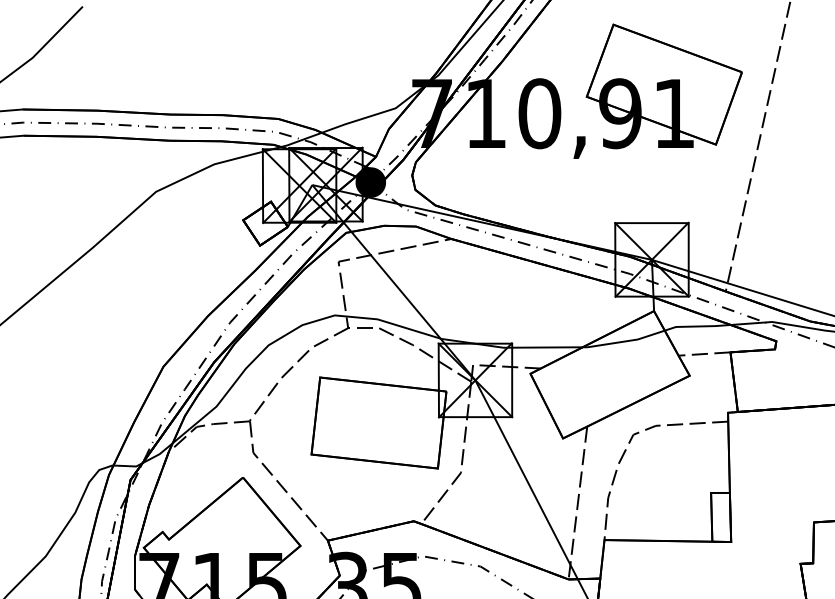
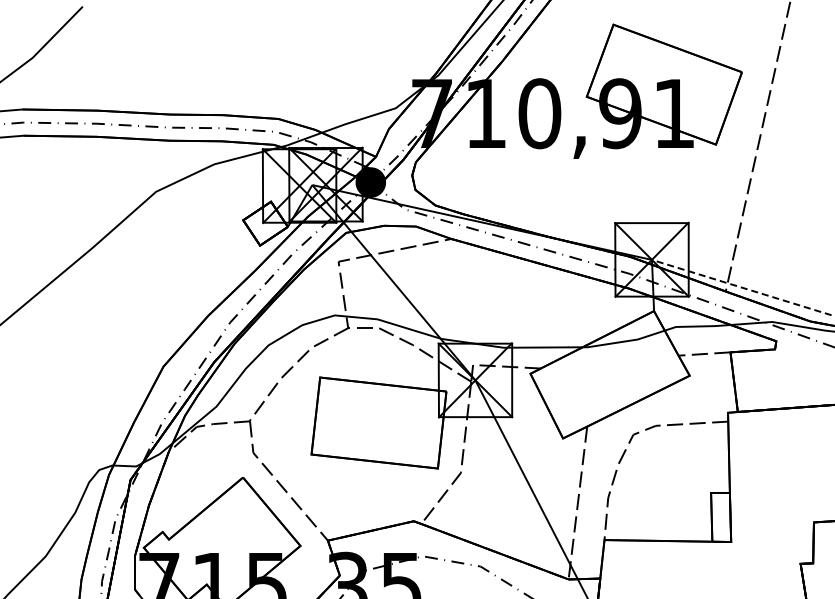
line at (742, 287): solid -> dashed
